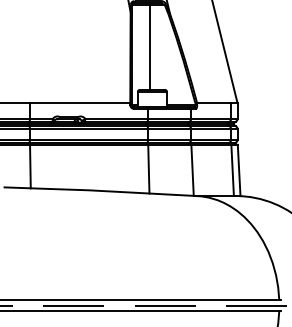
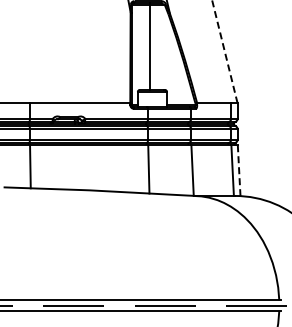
line at (224, 51): solid -> dashed
line at (239, 170): solid -> dashed
